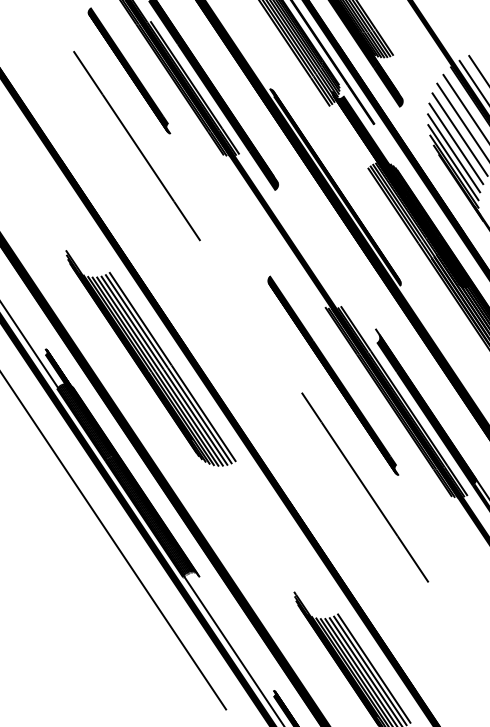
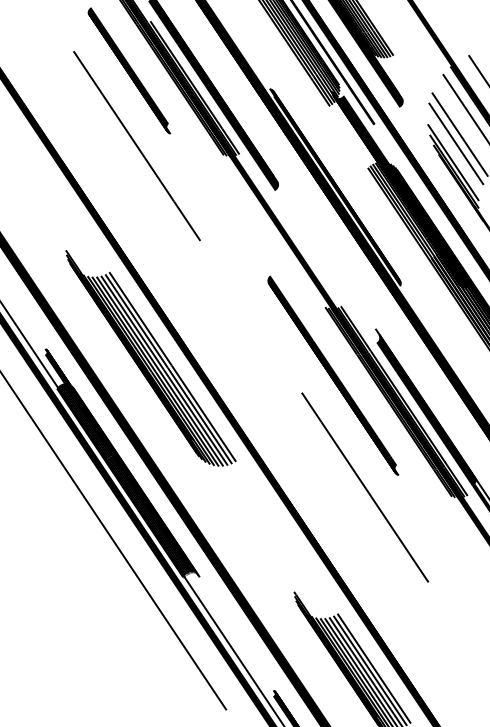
line at (472, 80): present -> none
line at (461, 119): present -> none
line at (453, 153): present -> none
